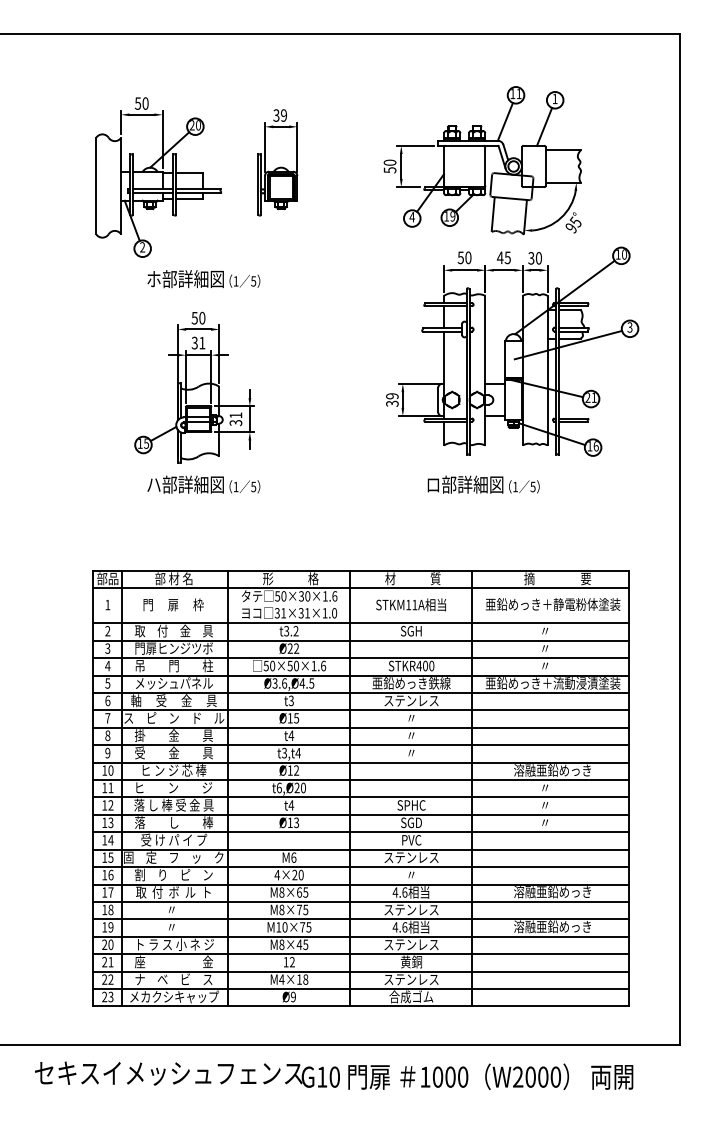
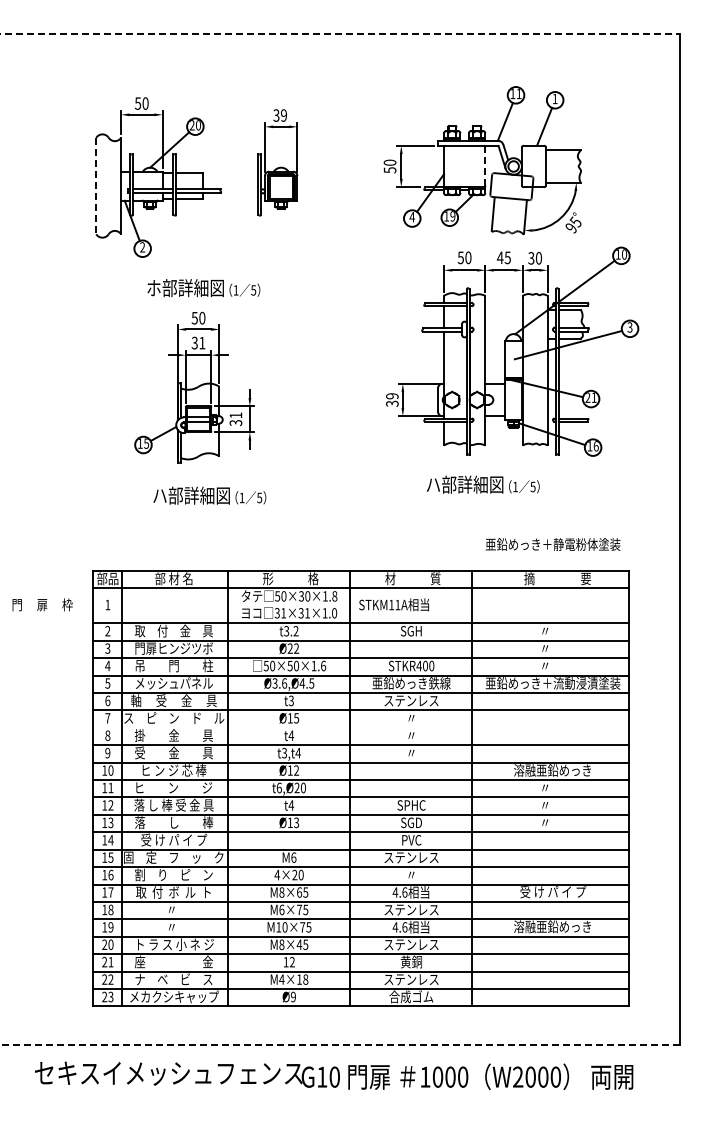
line at (340, 33): solid -> dashed
line at (485, 166): solid -> dashed
line at (96, 186): solid -> dashed
text at (203, 279) position: (203, 279) -> (203, 288)
text at (203, 484) position: (203, 484) -> (209, 495)
text at (432, 485): ロ部詳細図 -> ハ部詳細図
text at (334, 596): 50×30×1.6 -> 50×30×1.8
text at (173, 604) position: (173, 604) -> (42, 604)
text at (410, 604) position: (410, 604) -> (393, 604)
text at (552, 604) position: (552, 604) -> (552, 544)
line at (361, 727): present -> none
text at (552, 892): 溶融亜鉛めっき -> 受 け パ イ プ
text at (281, 909): M8×75 -> M6×75
line at (339, 1044): solid -> dashed
